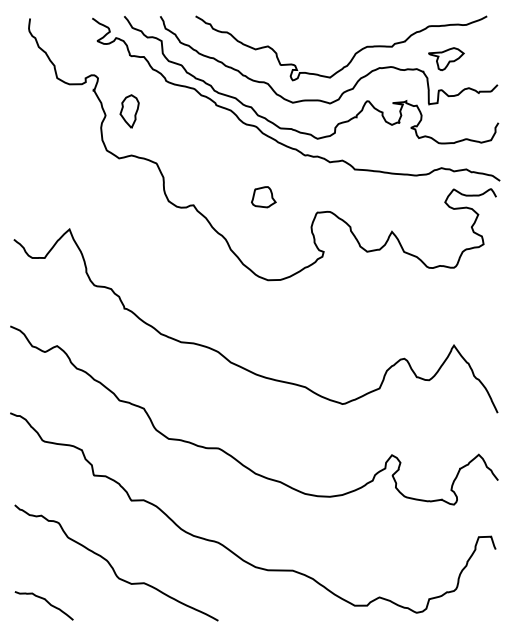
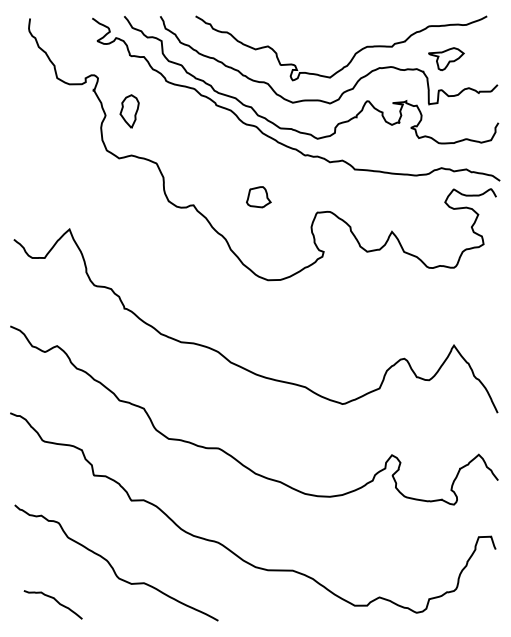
part at (263, 197) position: (263, 197) -> (258, 197)
curve at (46, 602) position: (46, 602) -> (55, 601)
